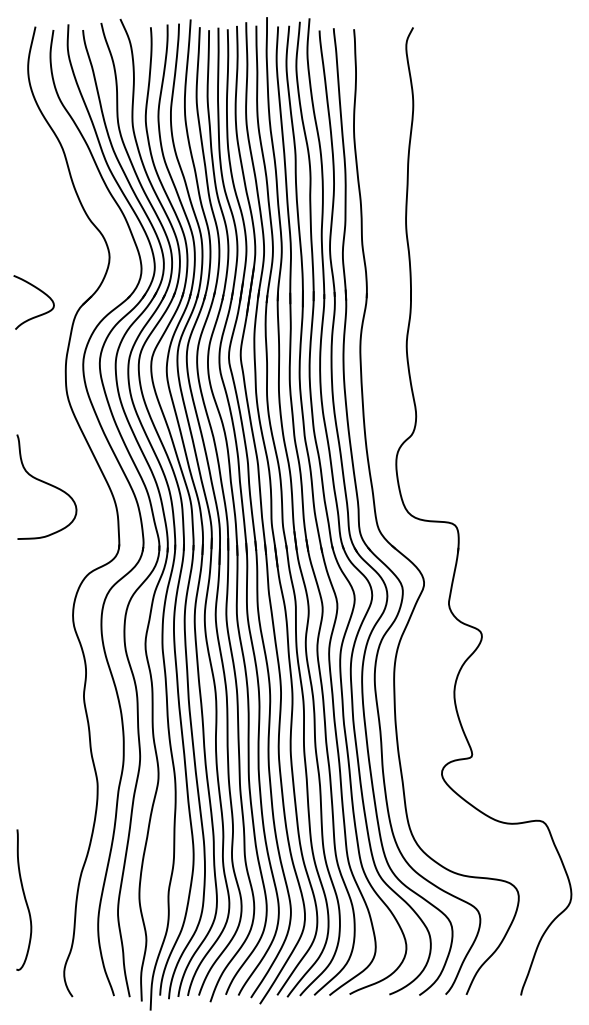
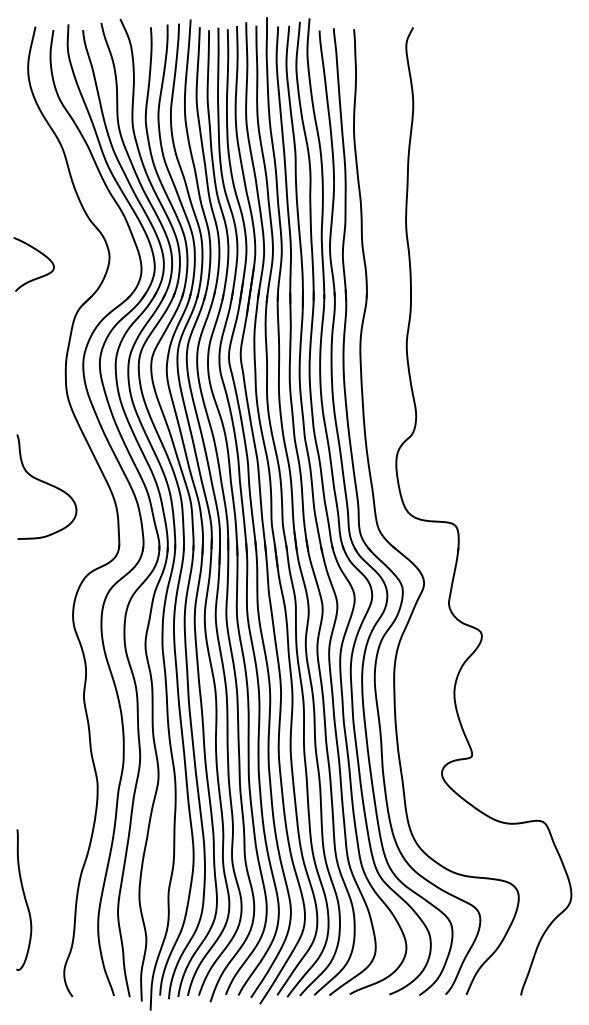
curve at (41, 292) position: (41, 292) -> (41, 254)
